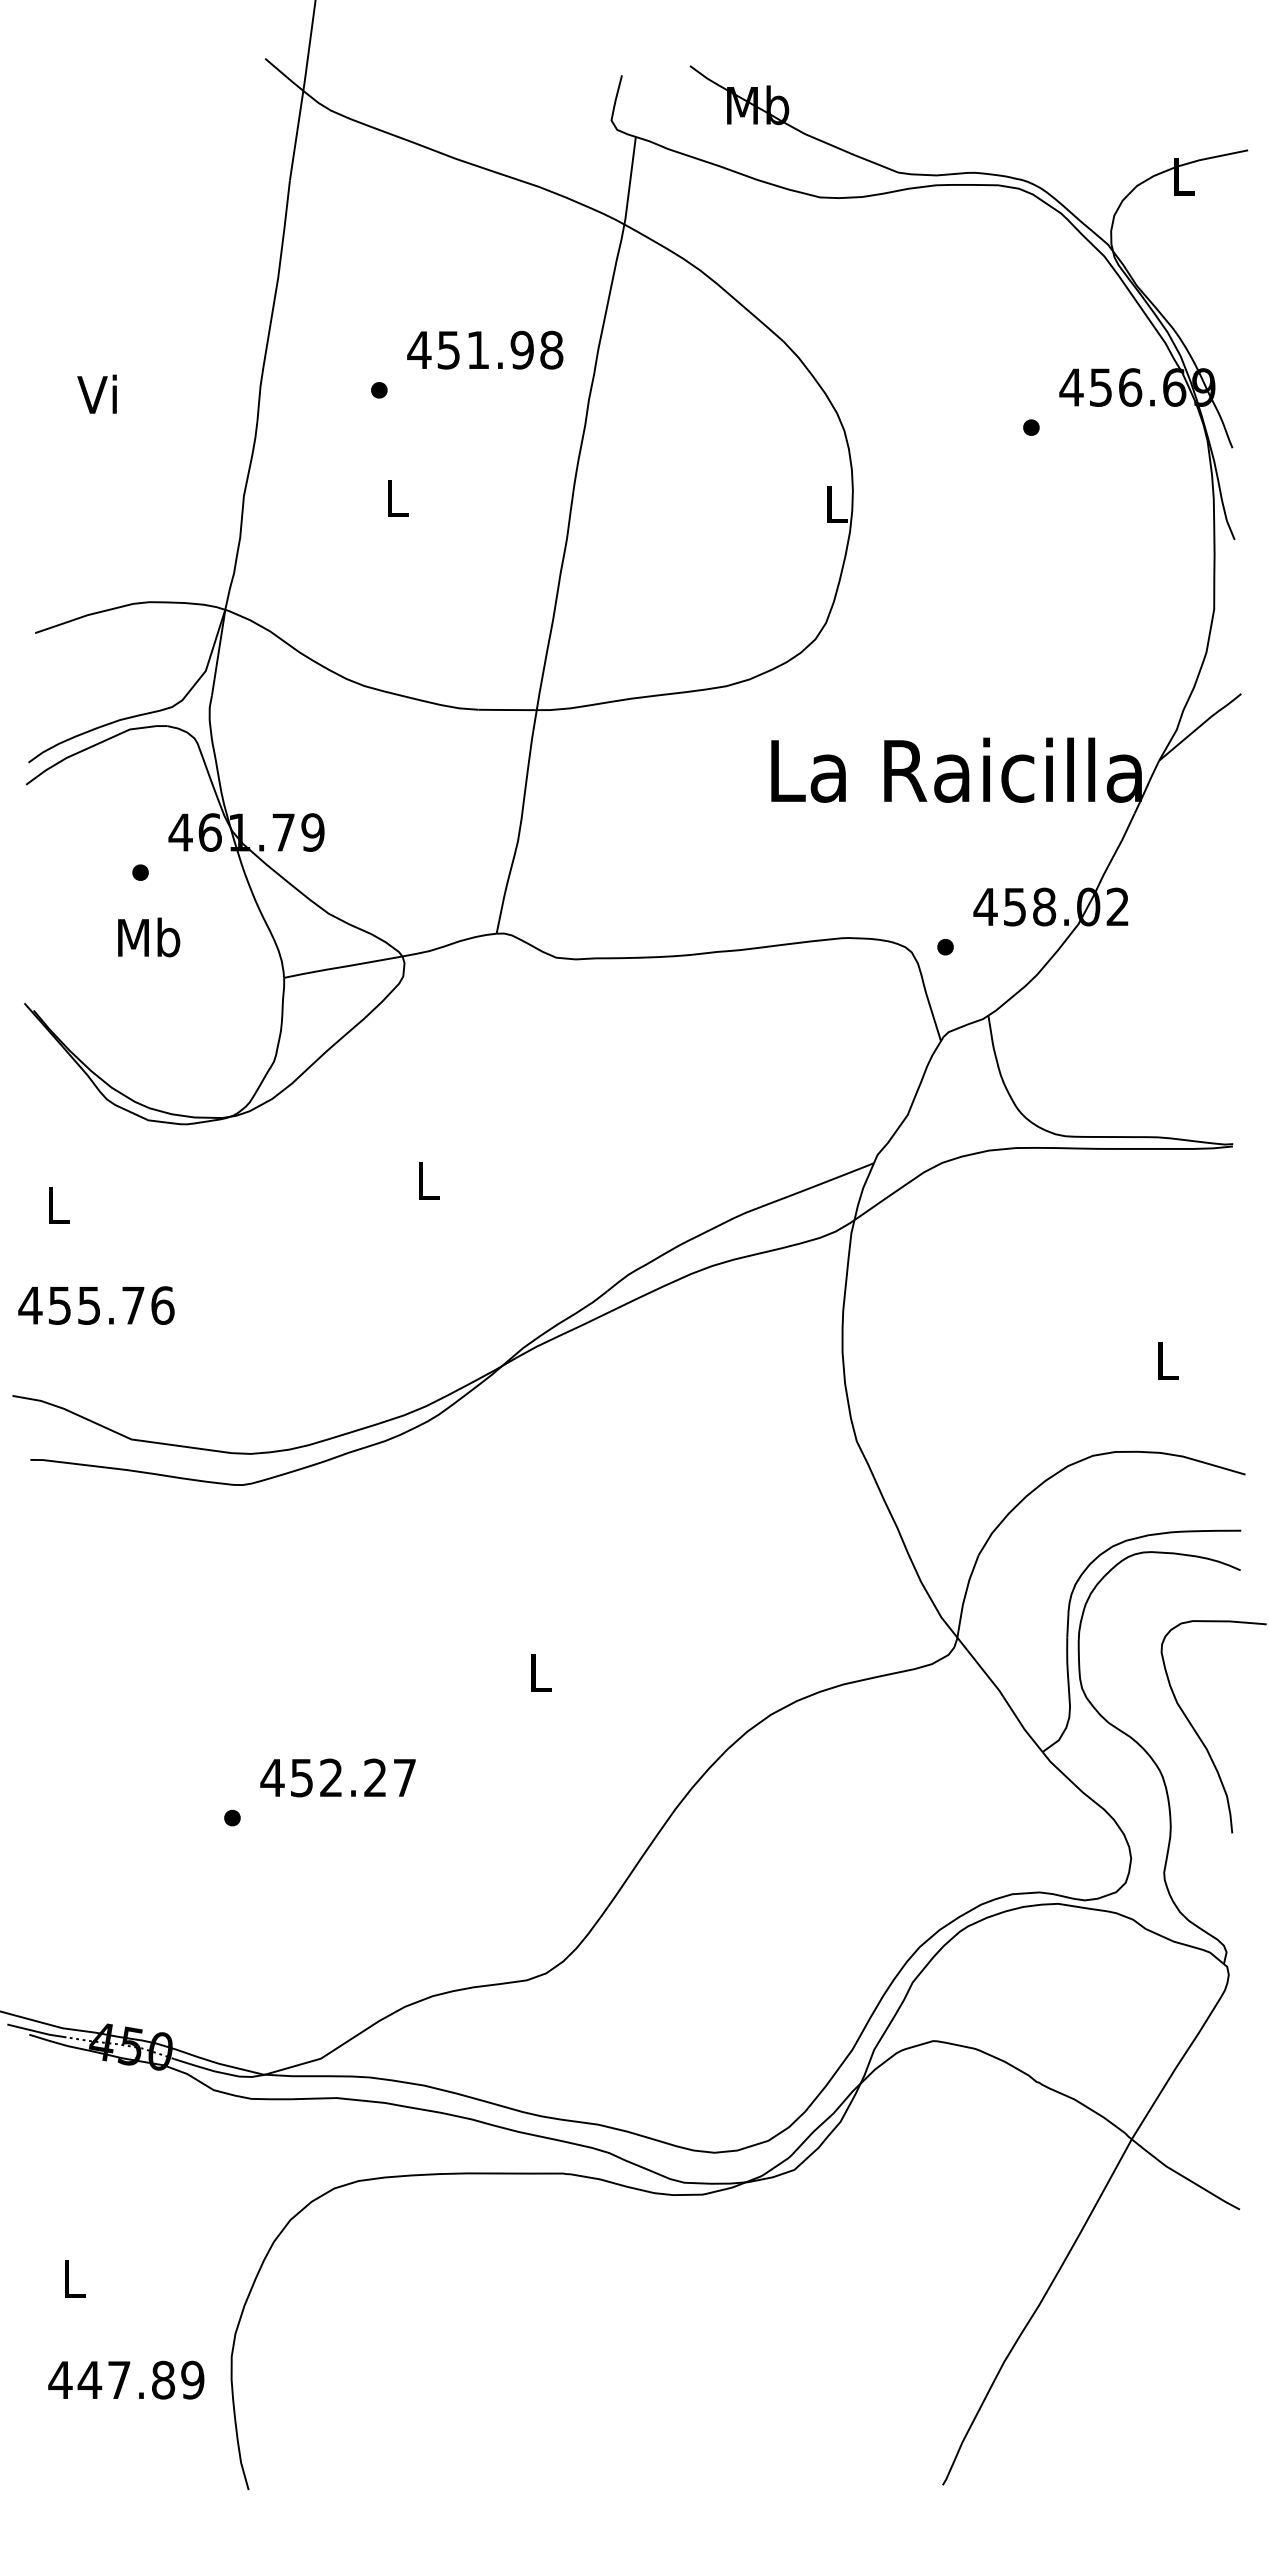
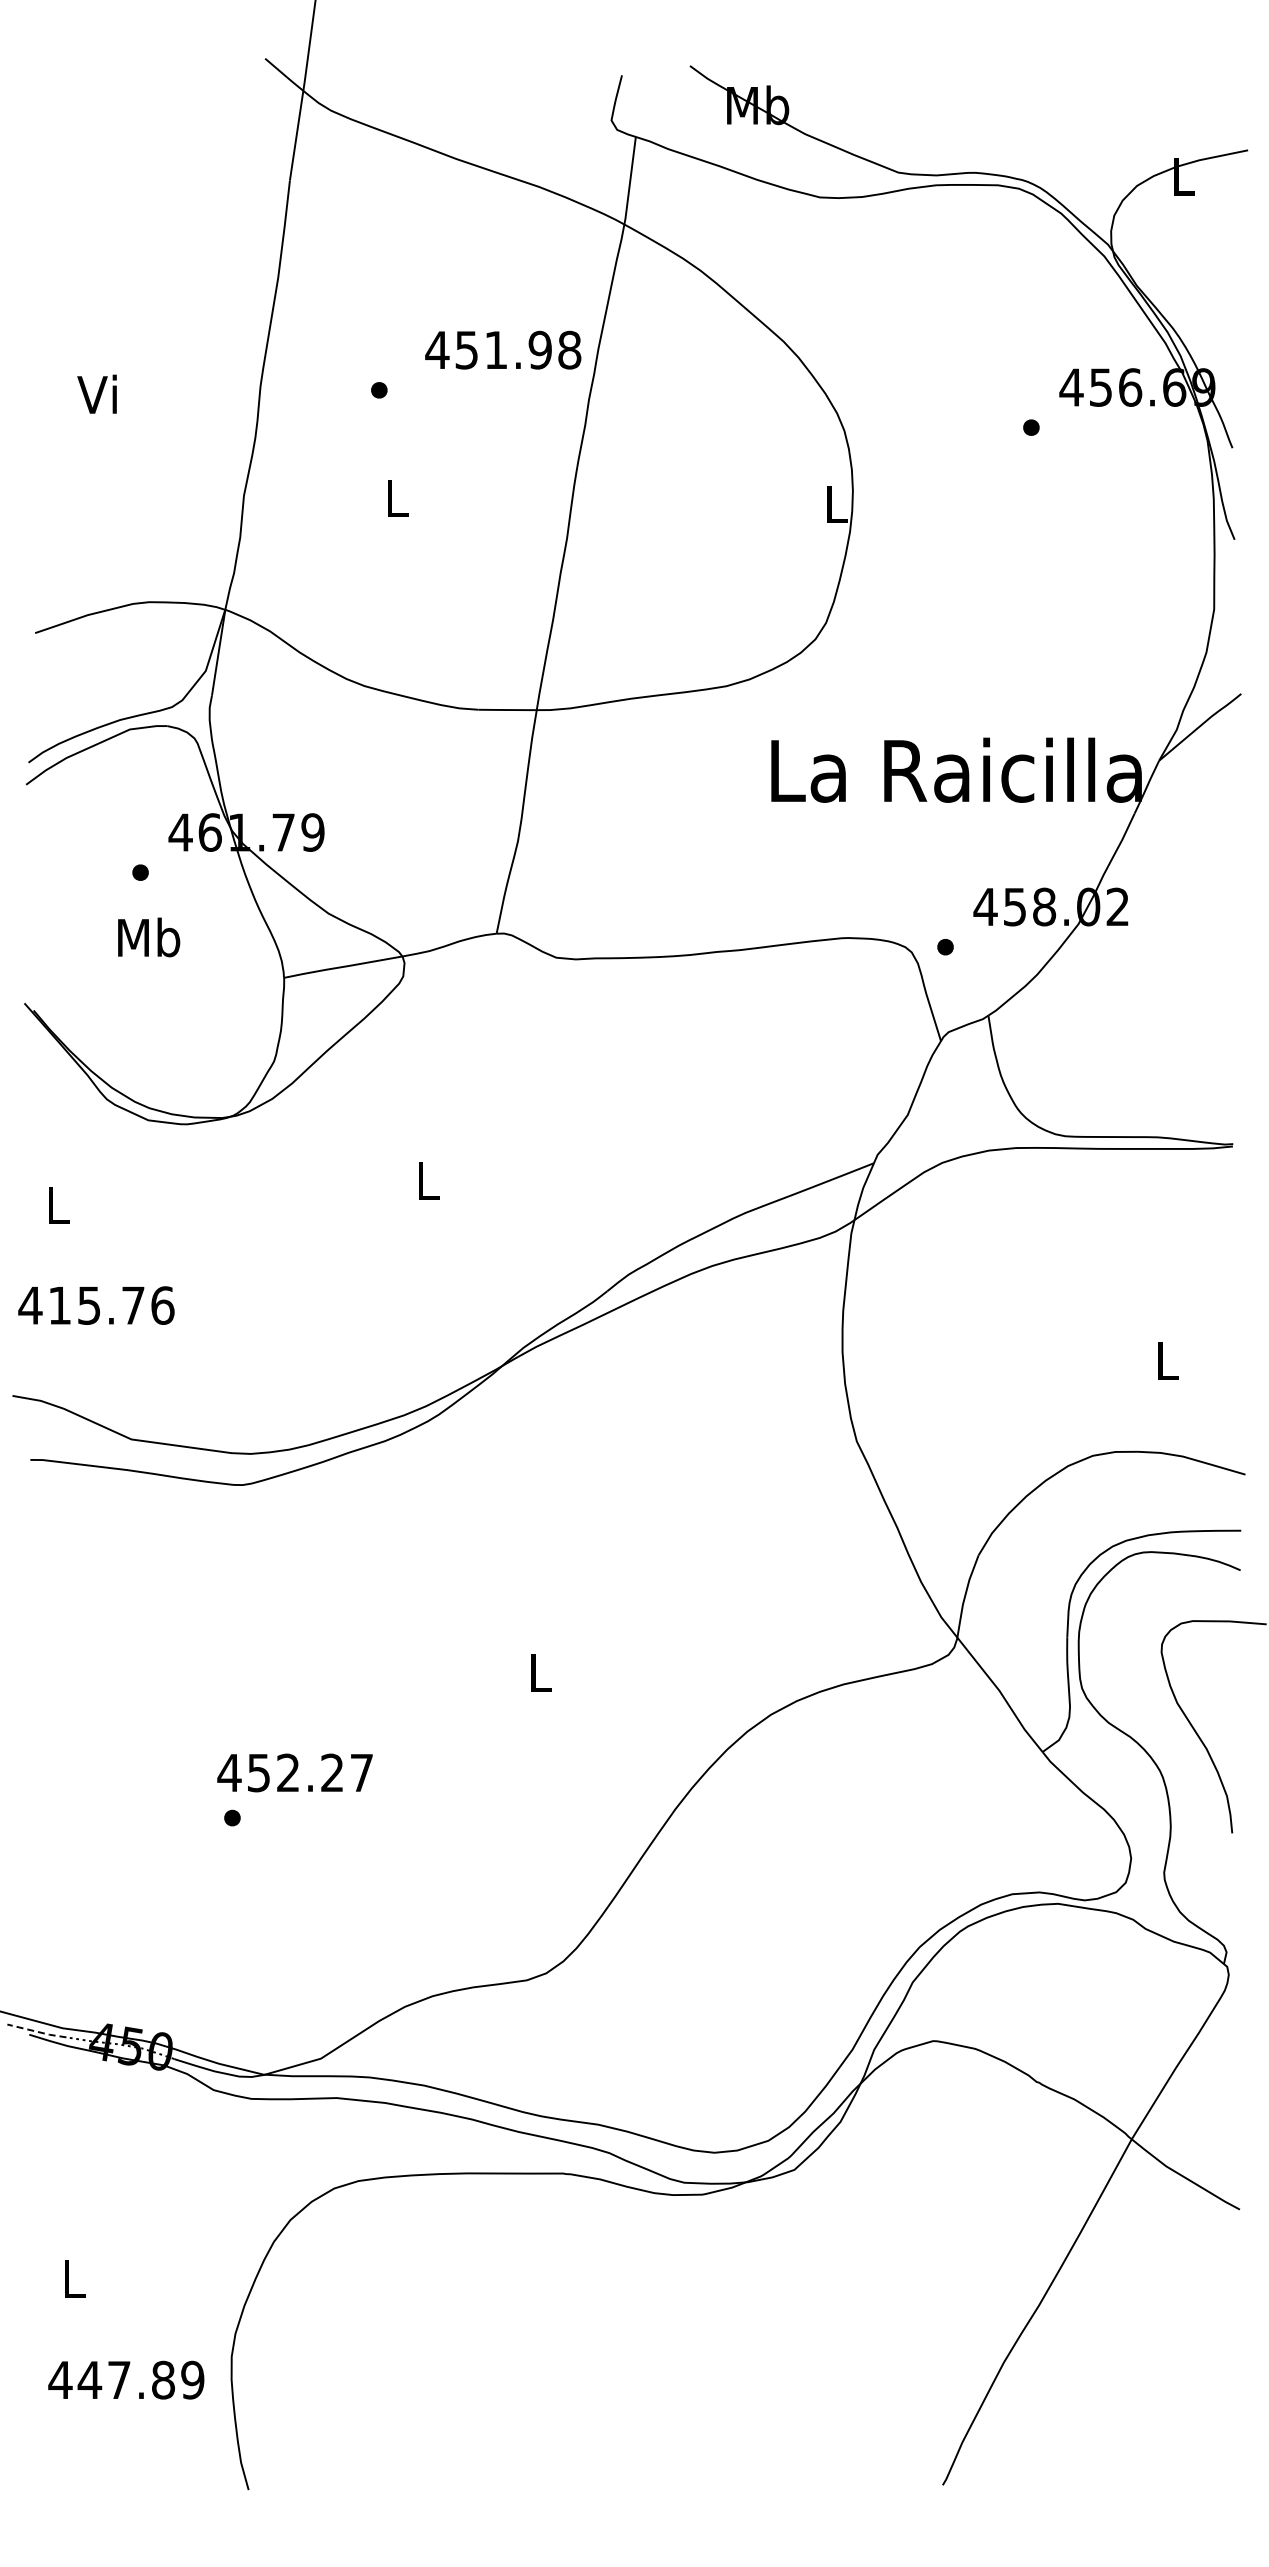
text at (485, 349) position: (485, 349) -> (503, 349)
text at (59, 1305): 455.76 -> 415.76
text at (337, 1777) position: (337, 1777) -> (294, 1772)
line at (37, 2031): solid -> dashed
